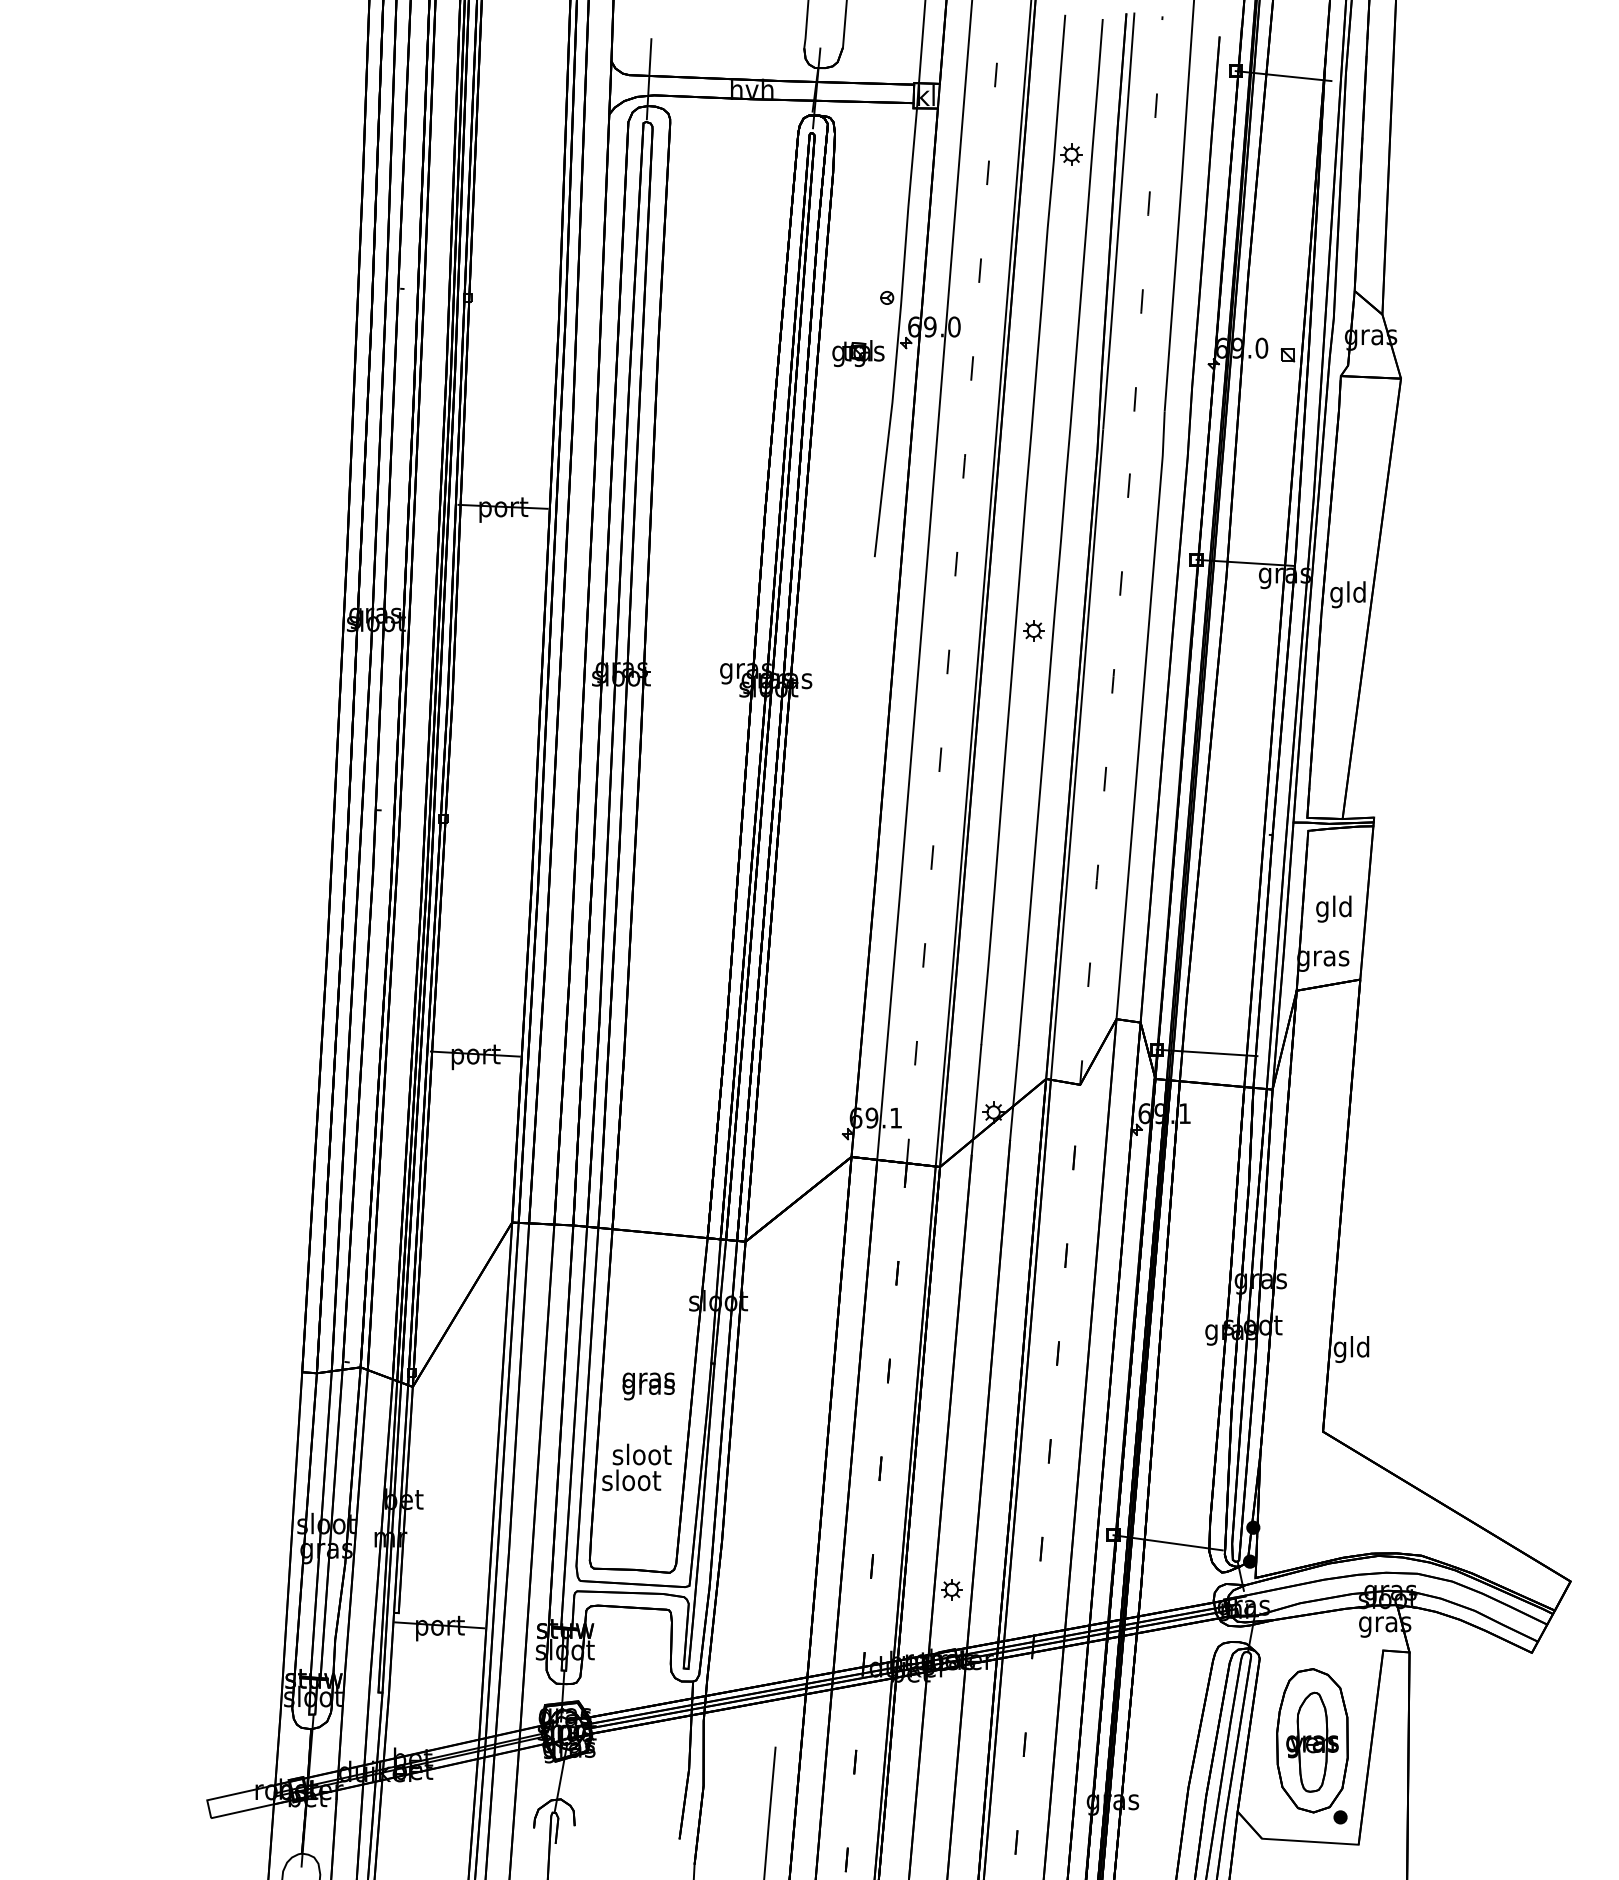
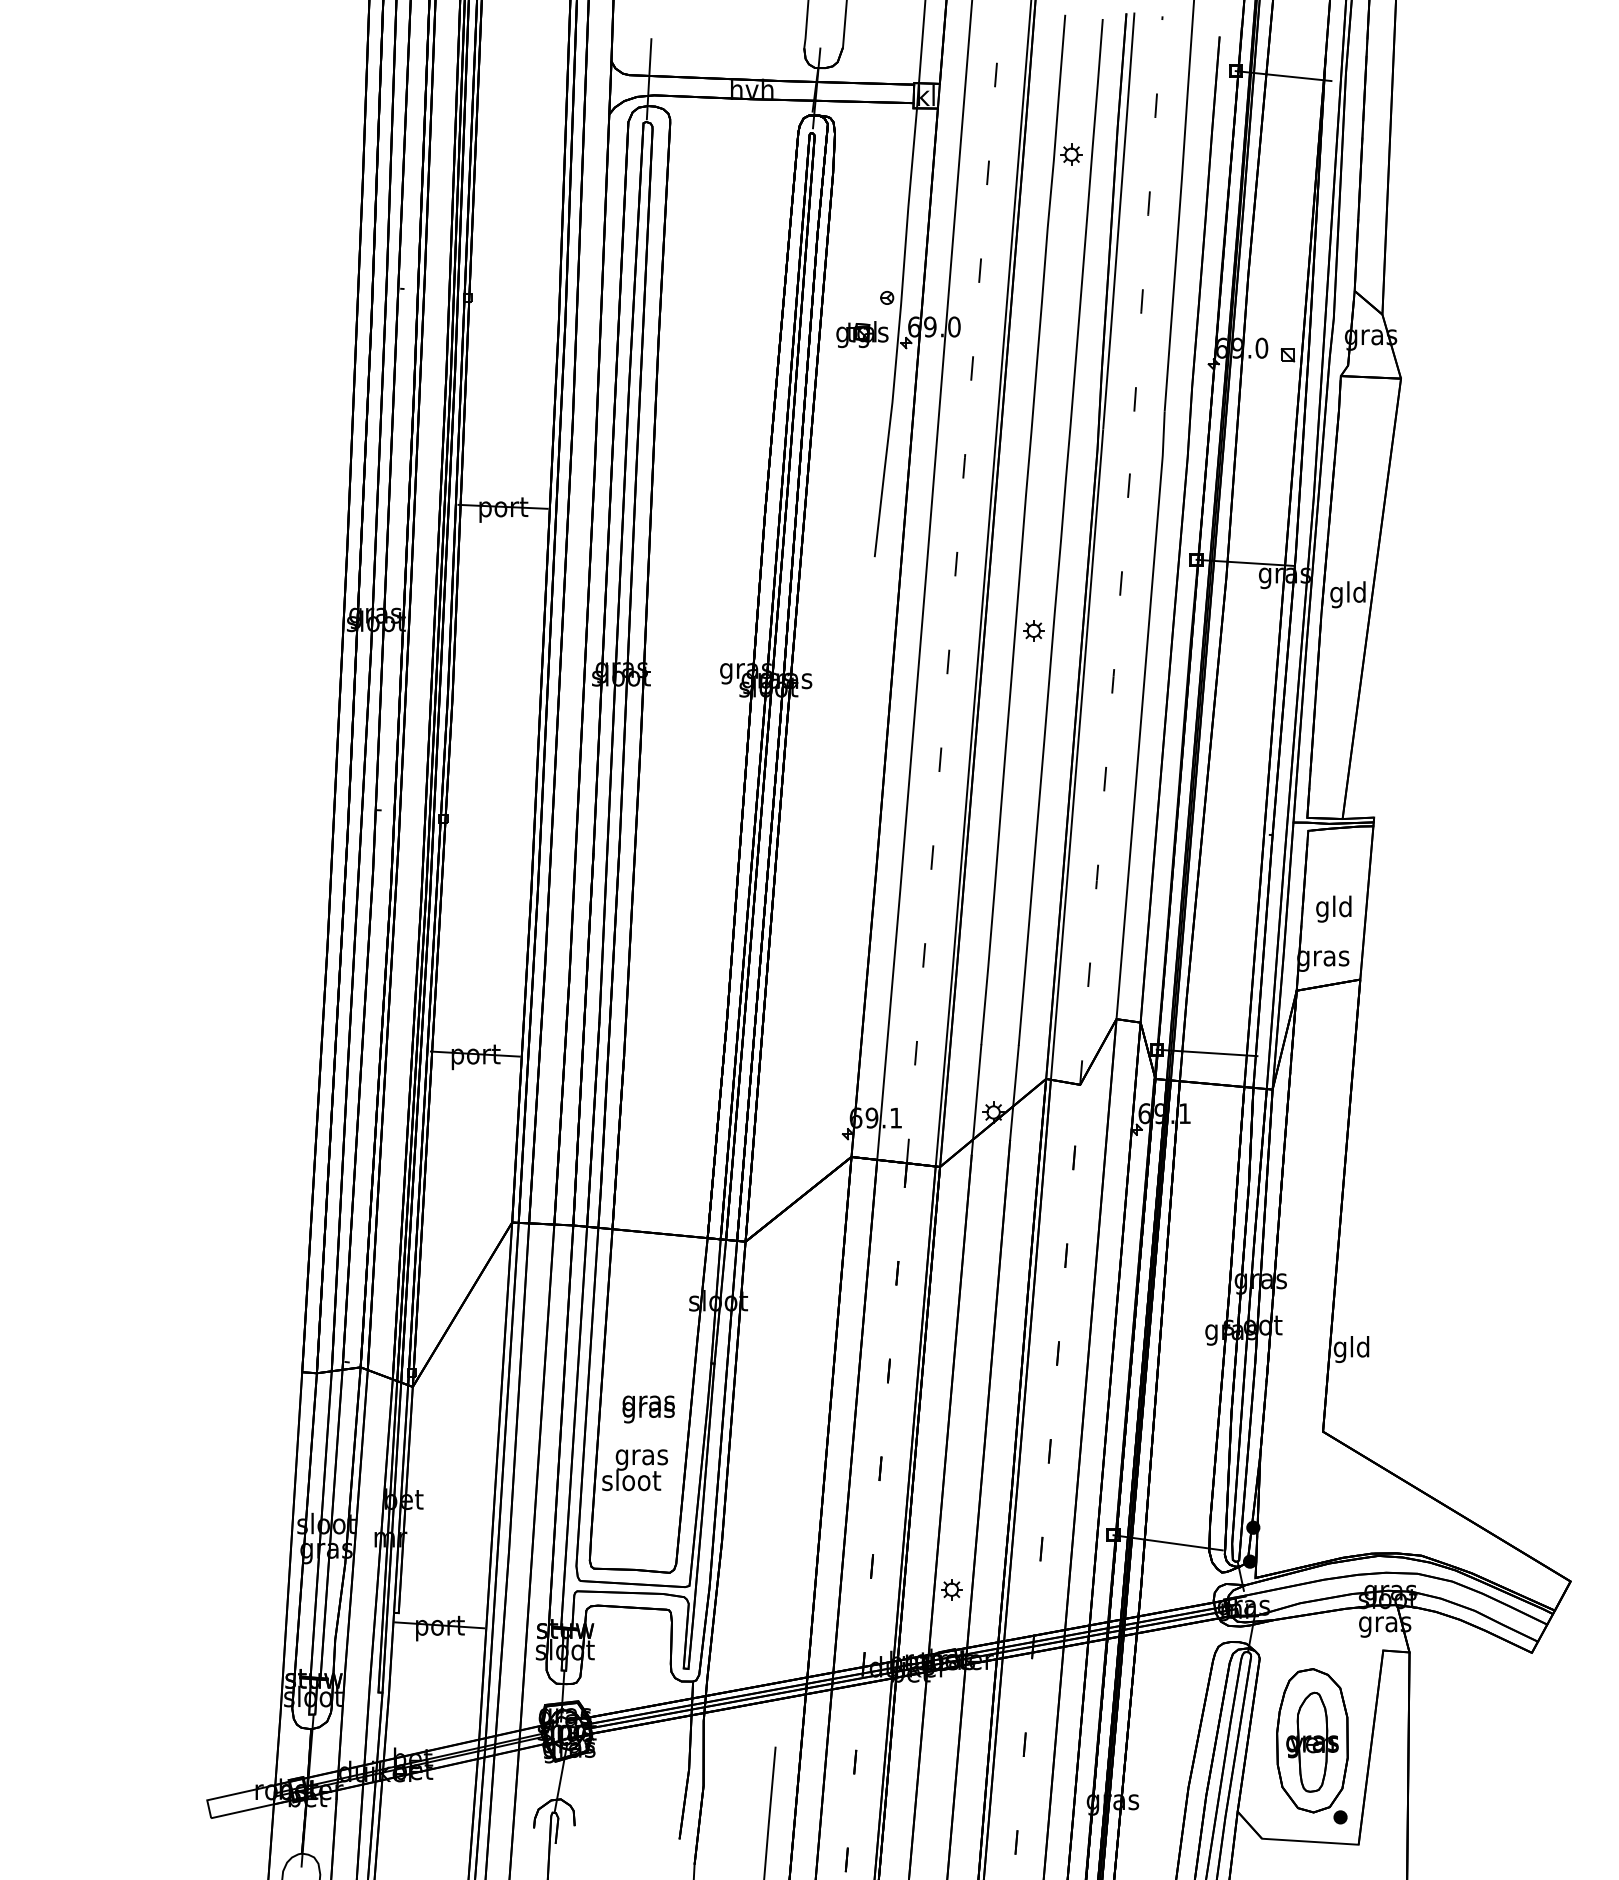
part at (858, 353) position: (858, 353) -> (862, 334)
text at (648, 1386) position: (648, 1386) -> (648, 1409)
text at (641, 1456): sloot -> gras
